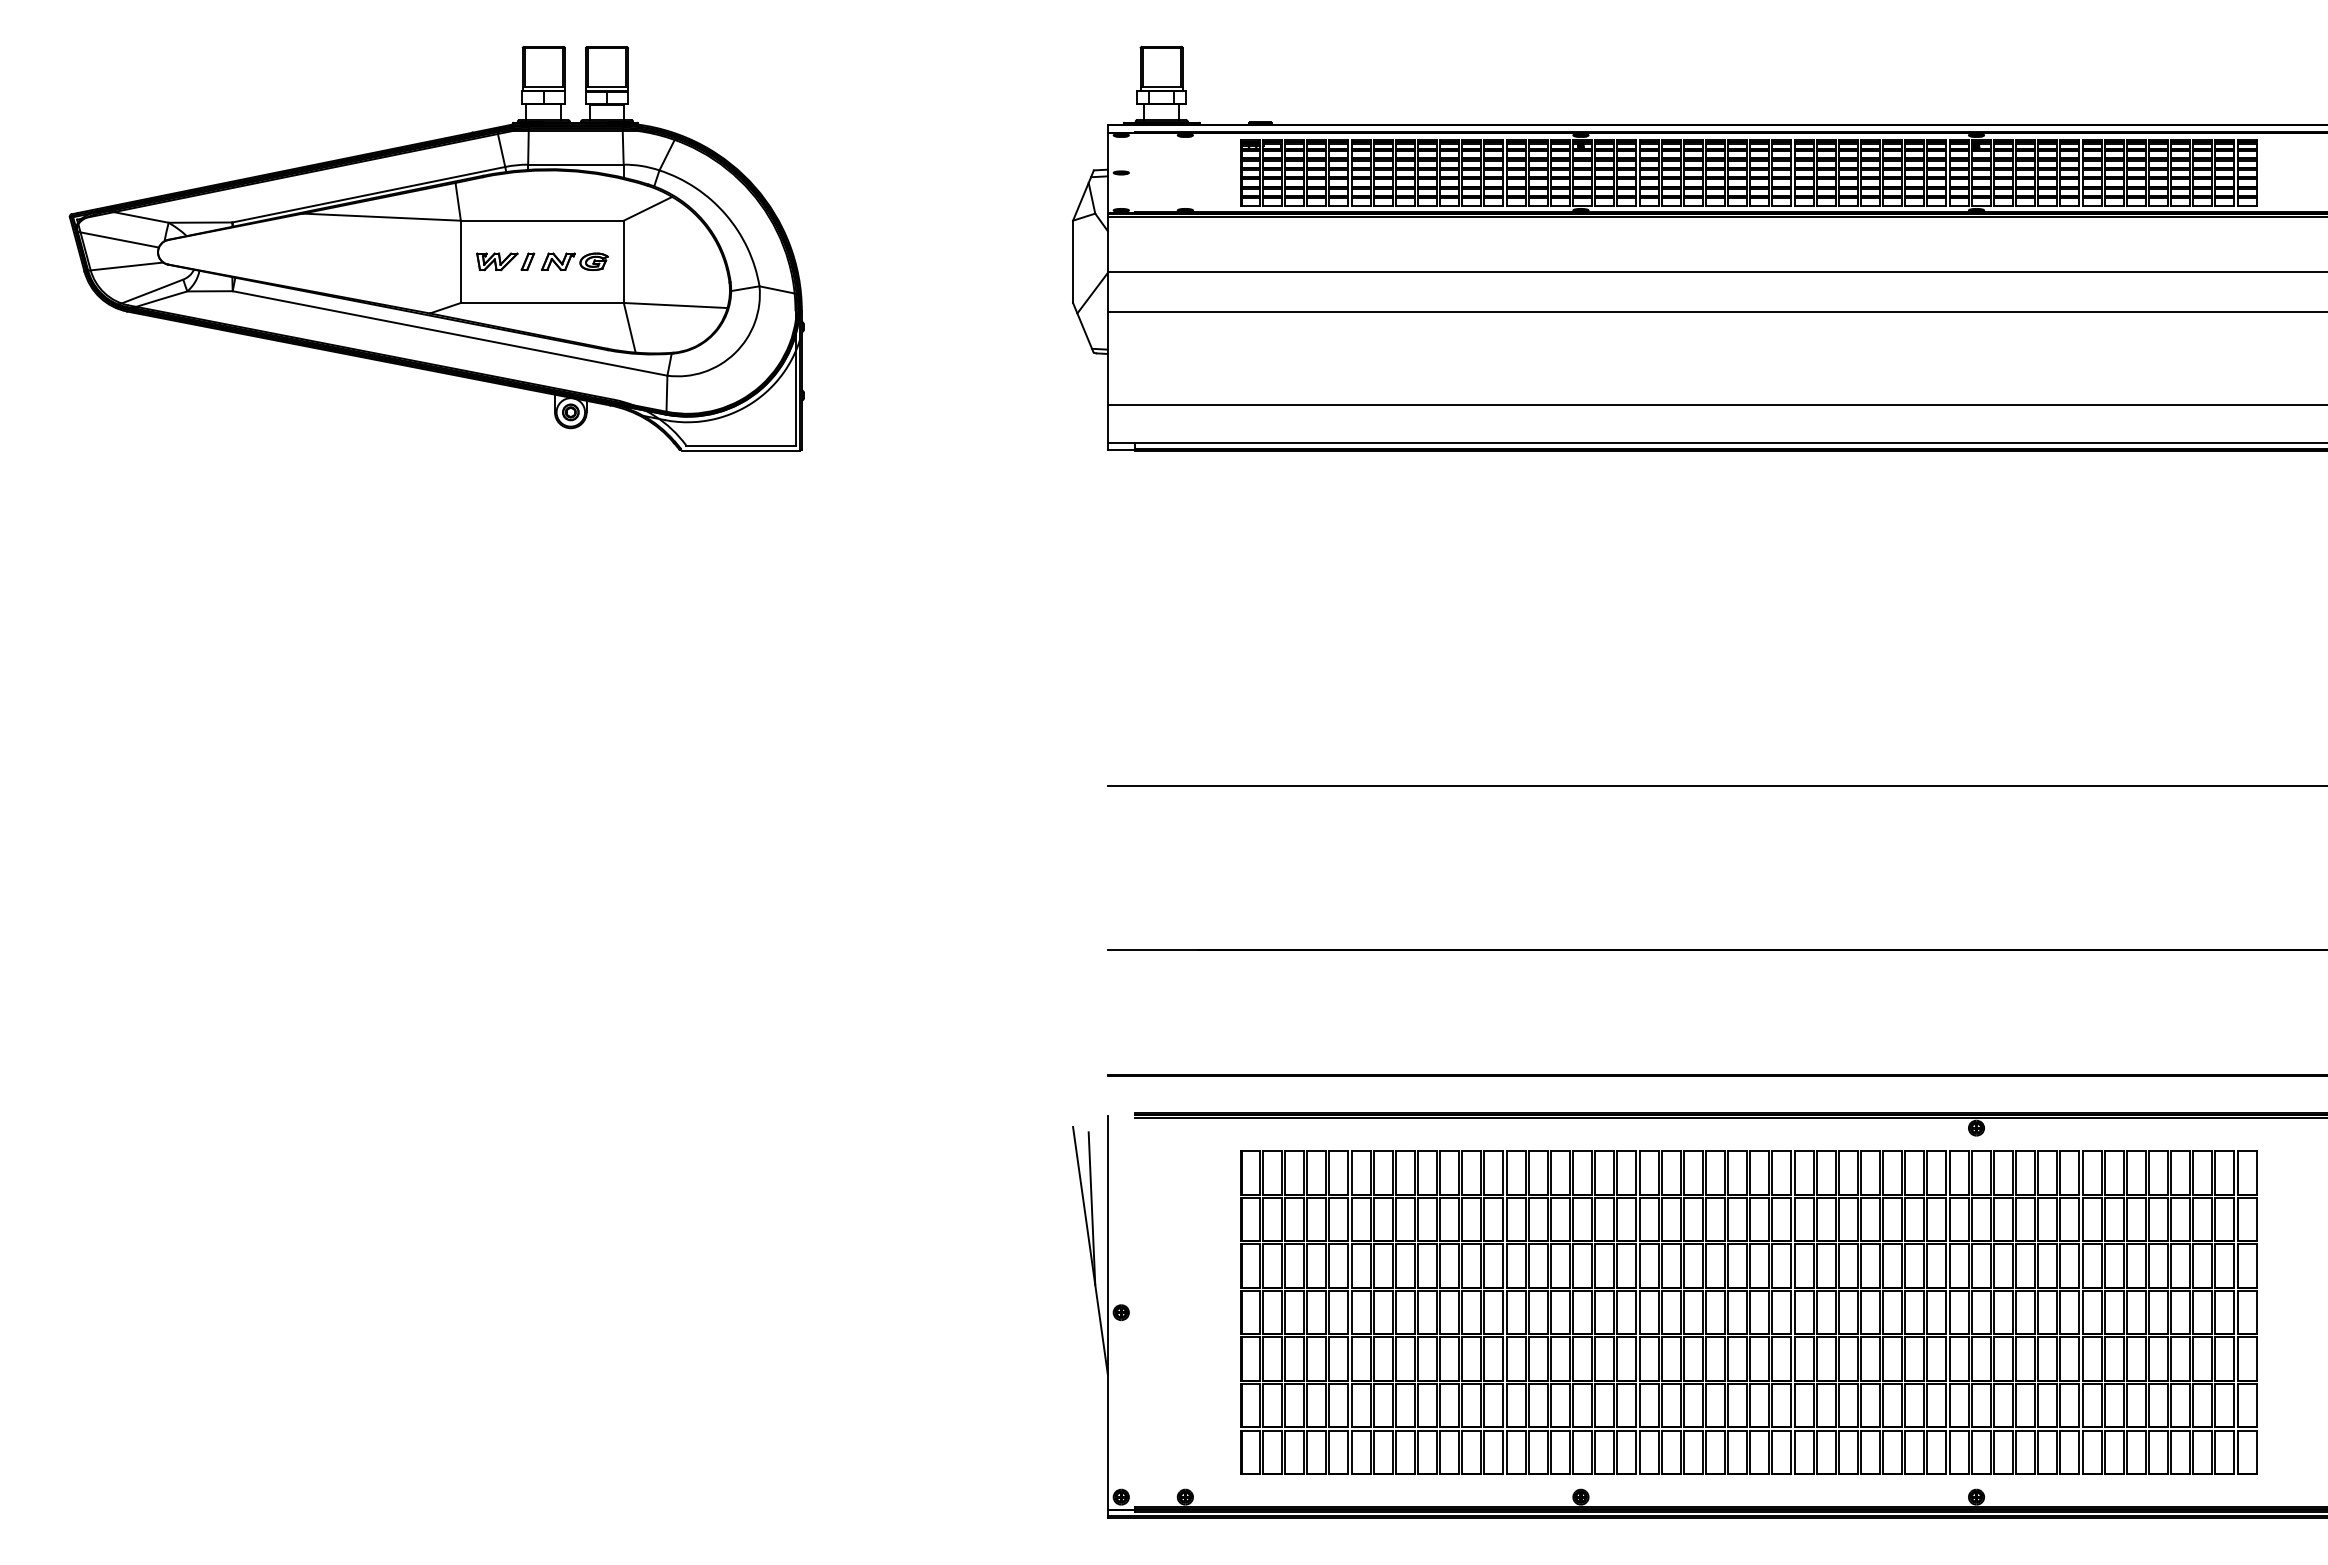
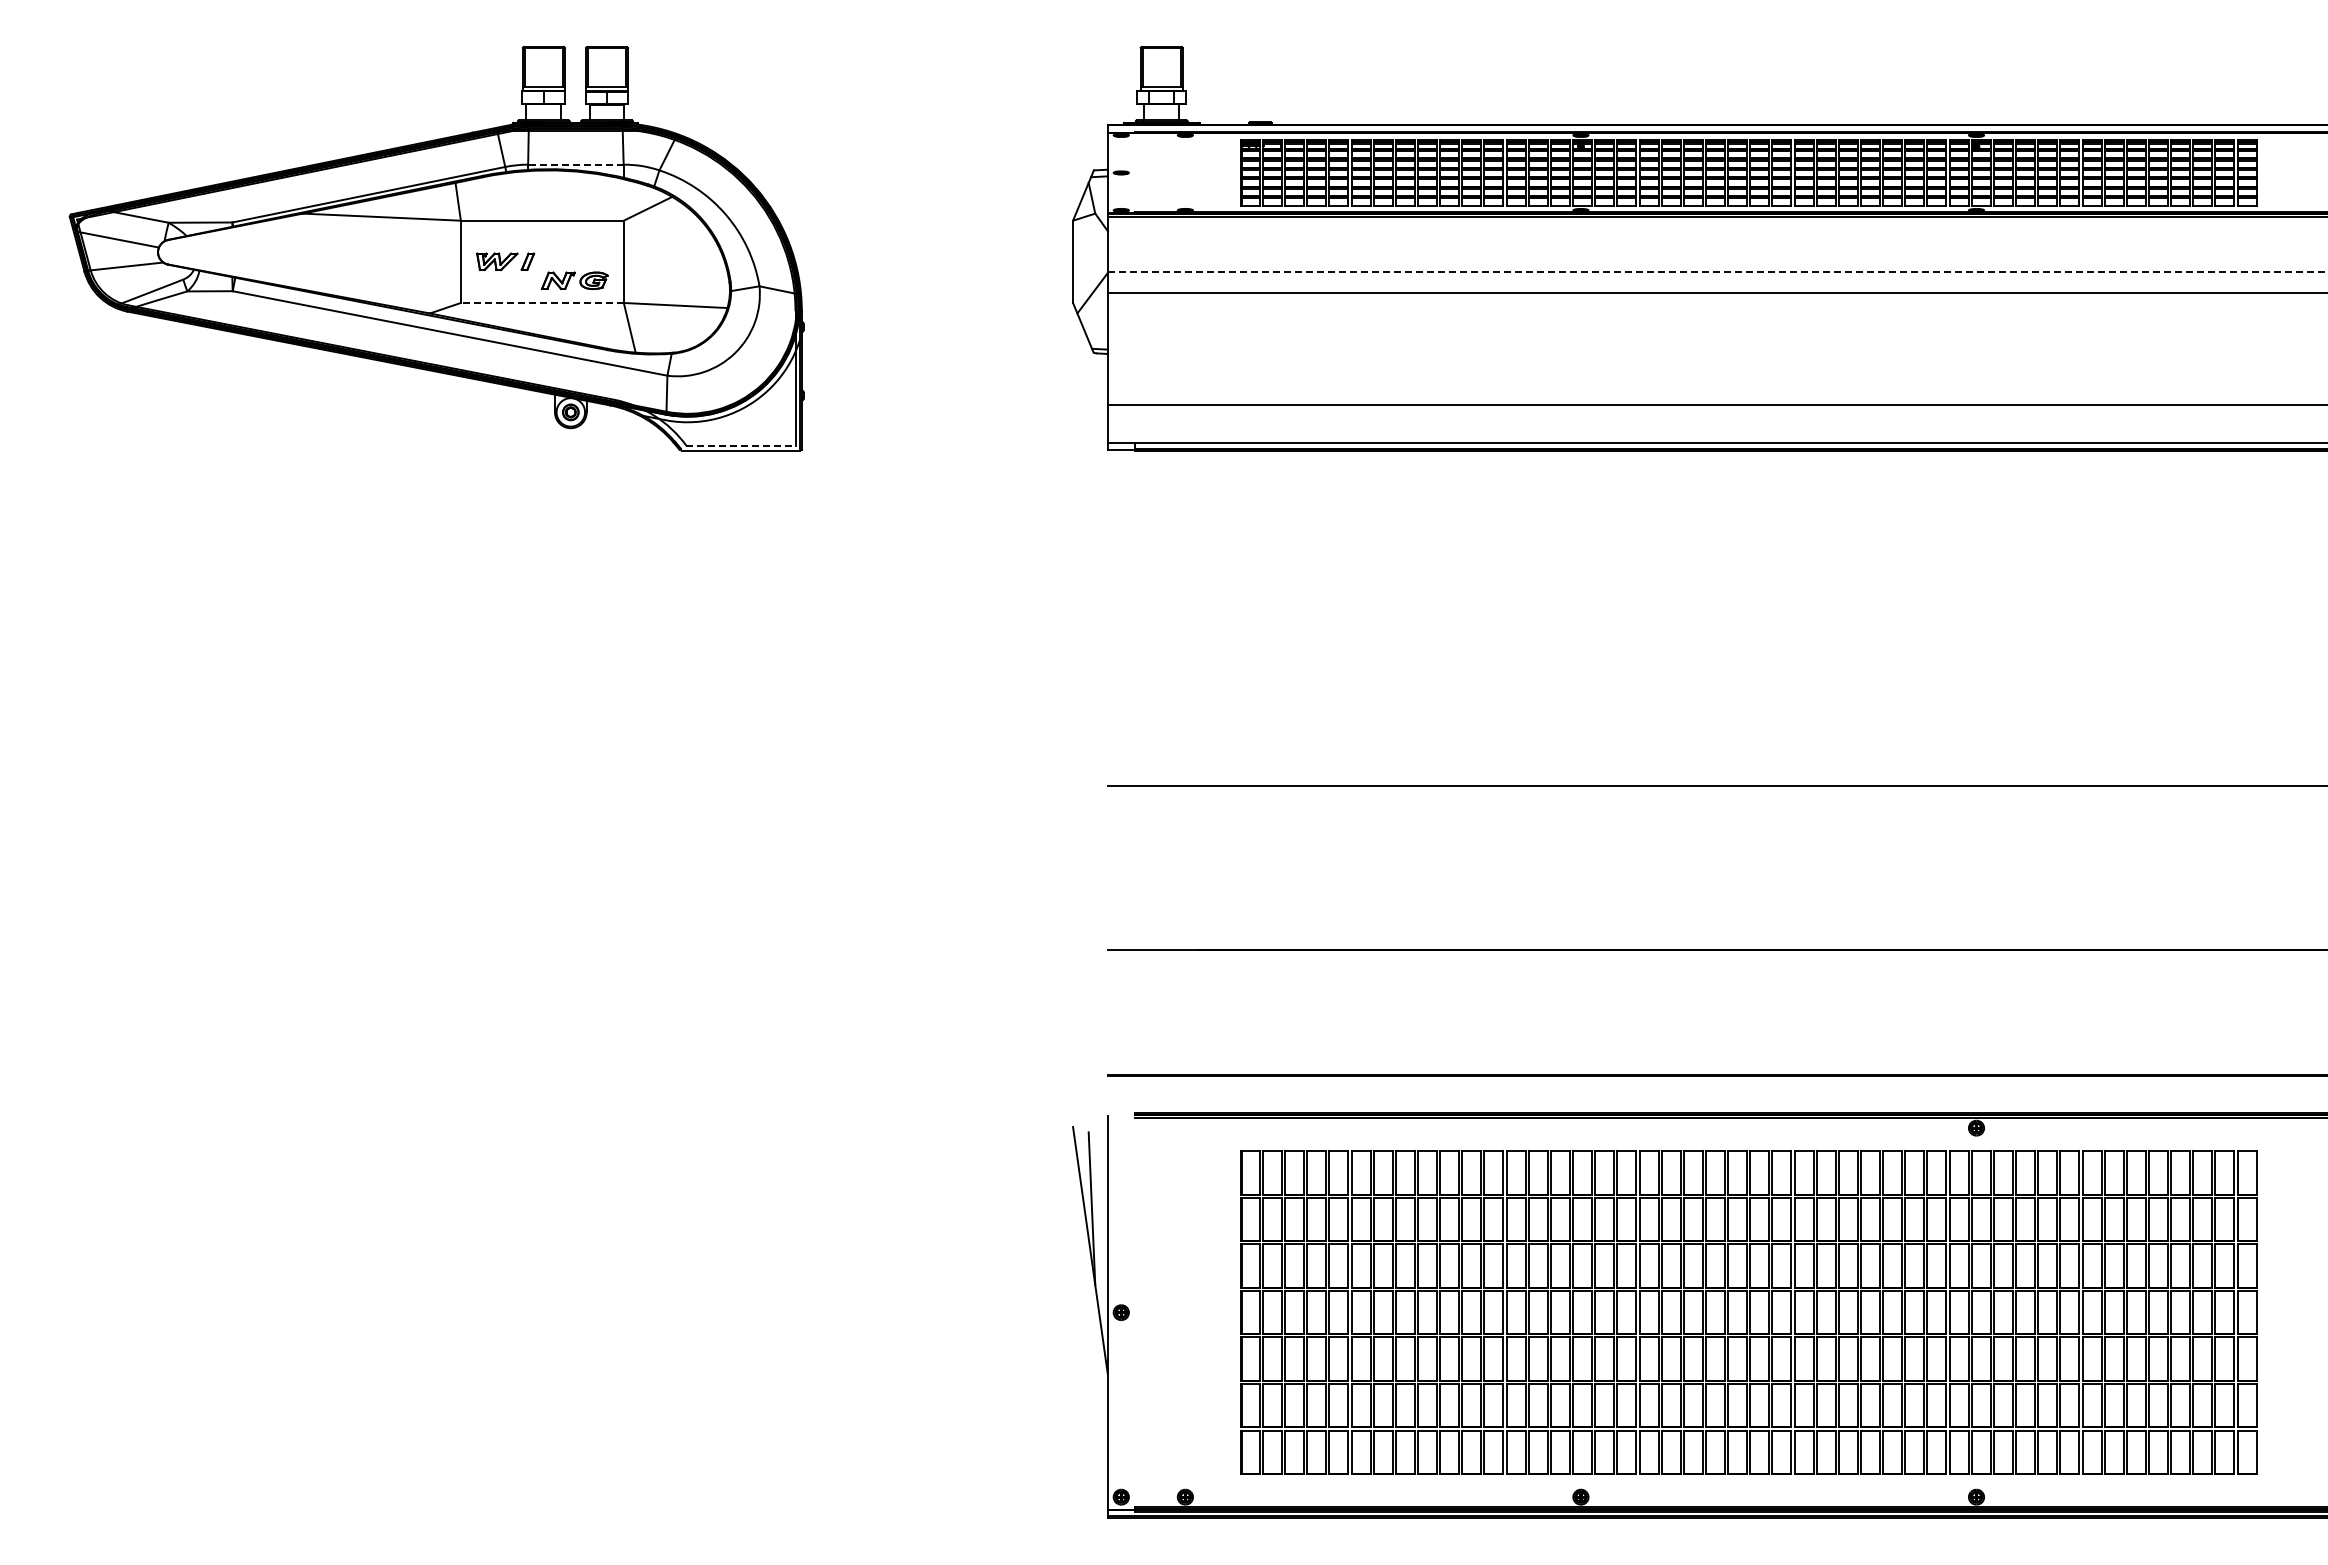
line at (575, 164): solid -> dashed
part at (574, 261) position: (574, 261) -> (574, 280)
line at (1717, 271): solid -> dashed
line at (541, 302): solid -> dashed
line at (1715, 311) position: (1715, 311) -> (1715, 292)
line at (740, 445): solid -> dashed
